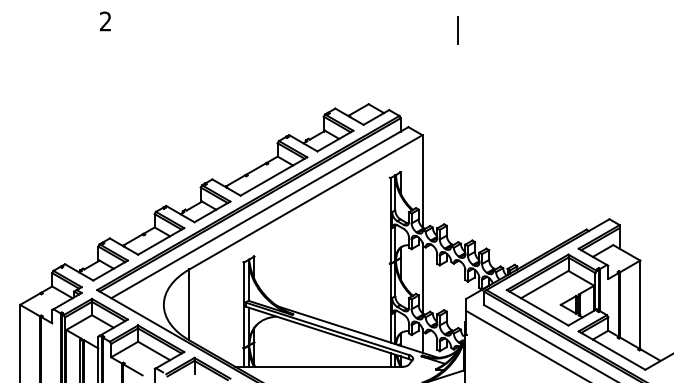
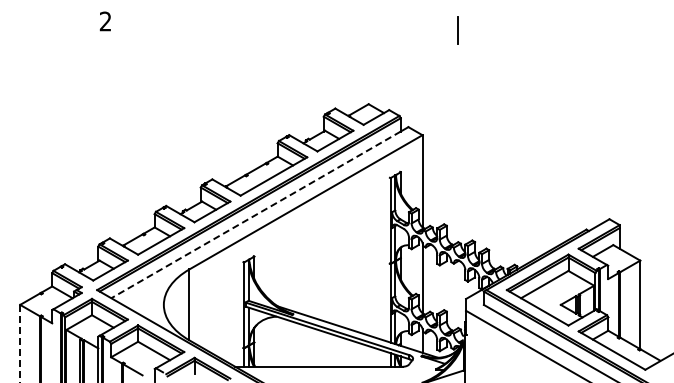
line at (256, 214): solid -> dashed
line at (20, 343): solid -> dashed
